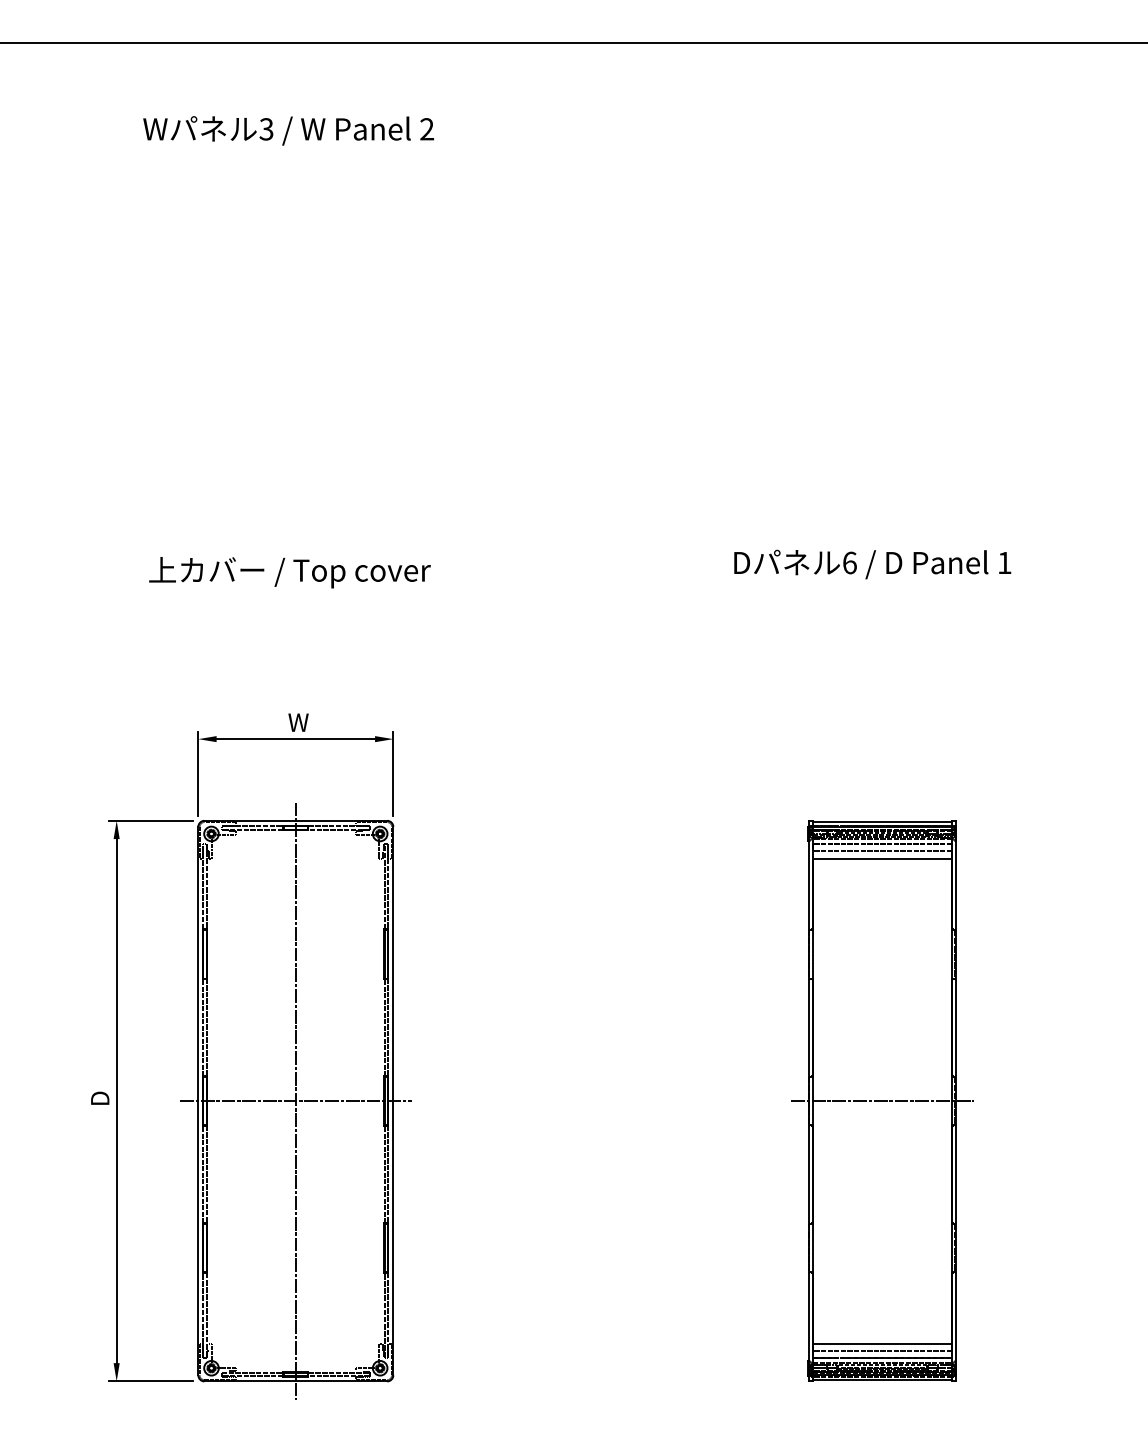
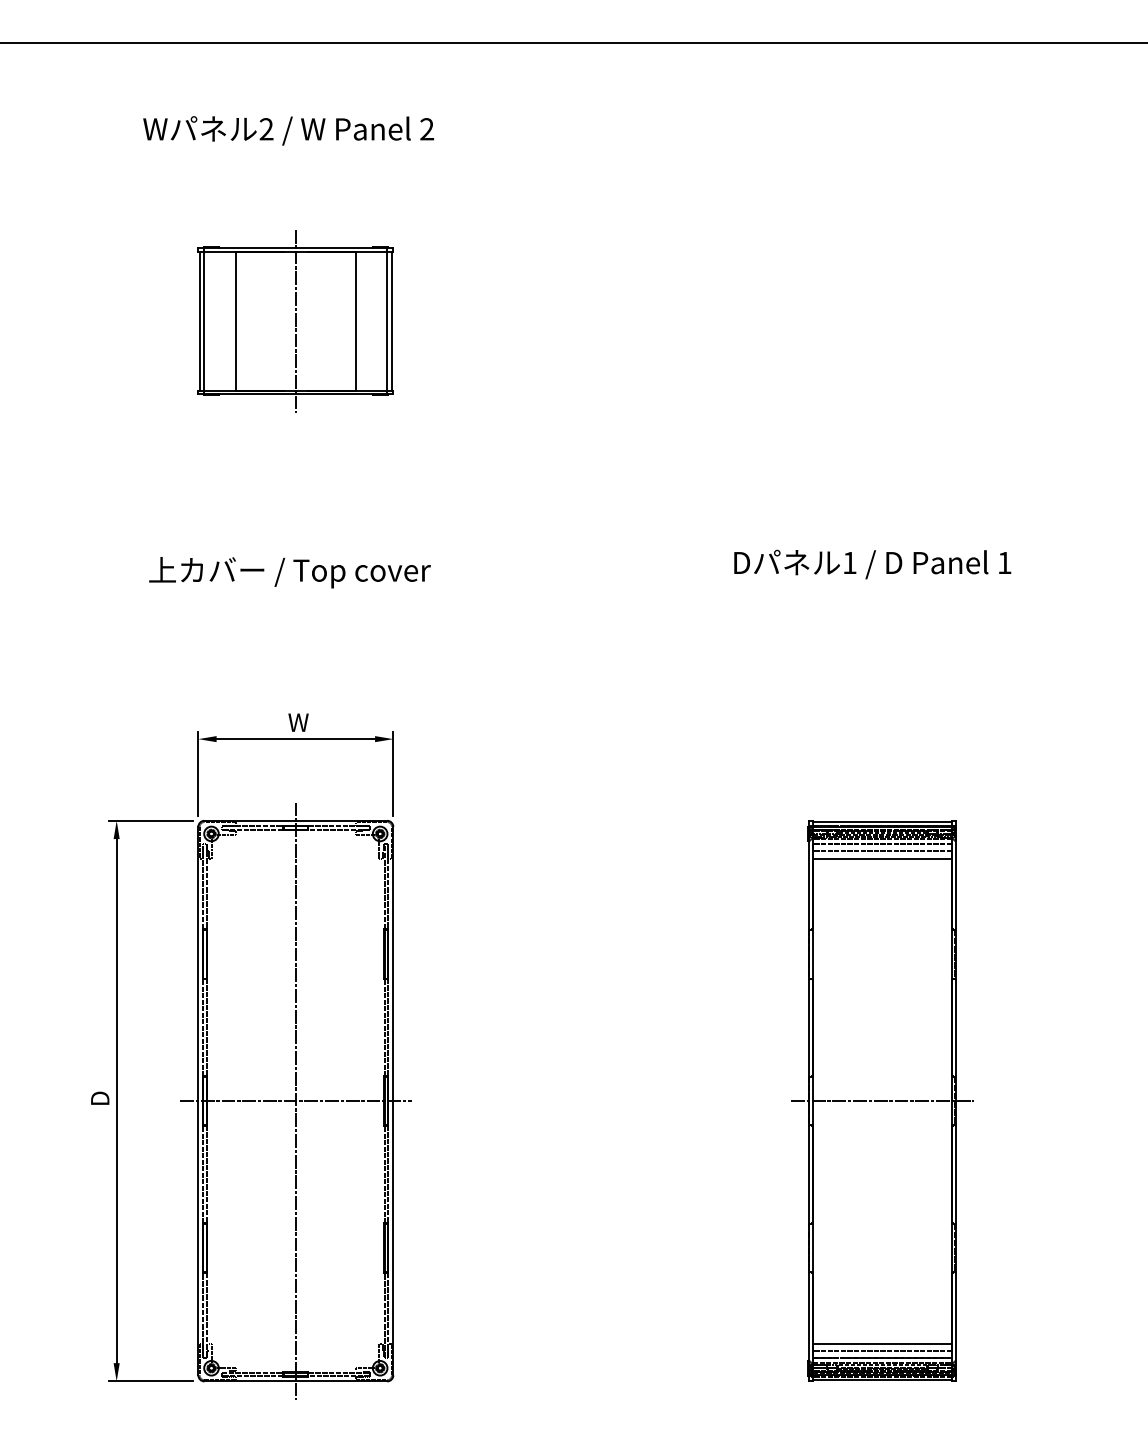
text at (266, 129): 3 -> 2
part at (295, 321): none -> present
text at (849, 562): 6 -> 1
